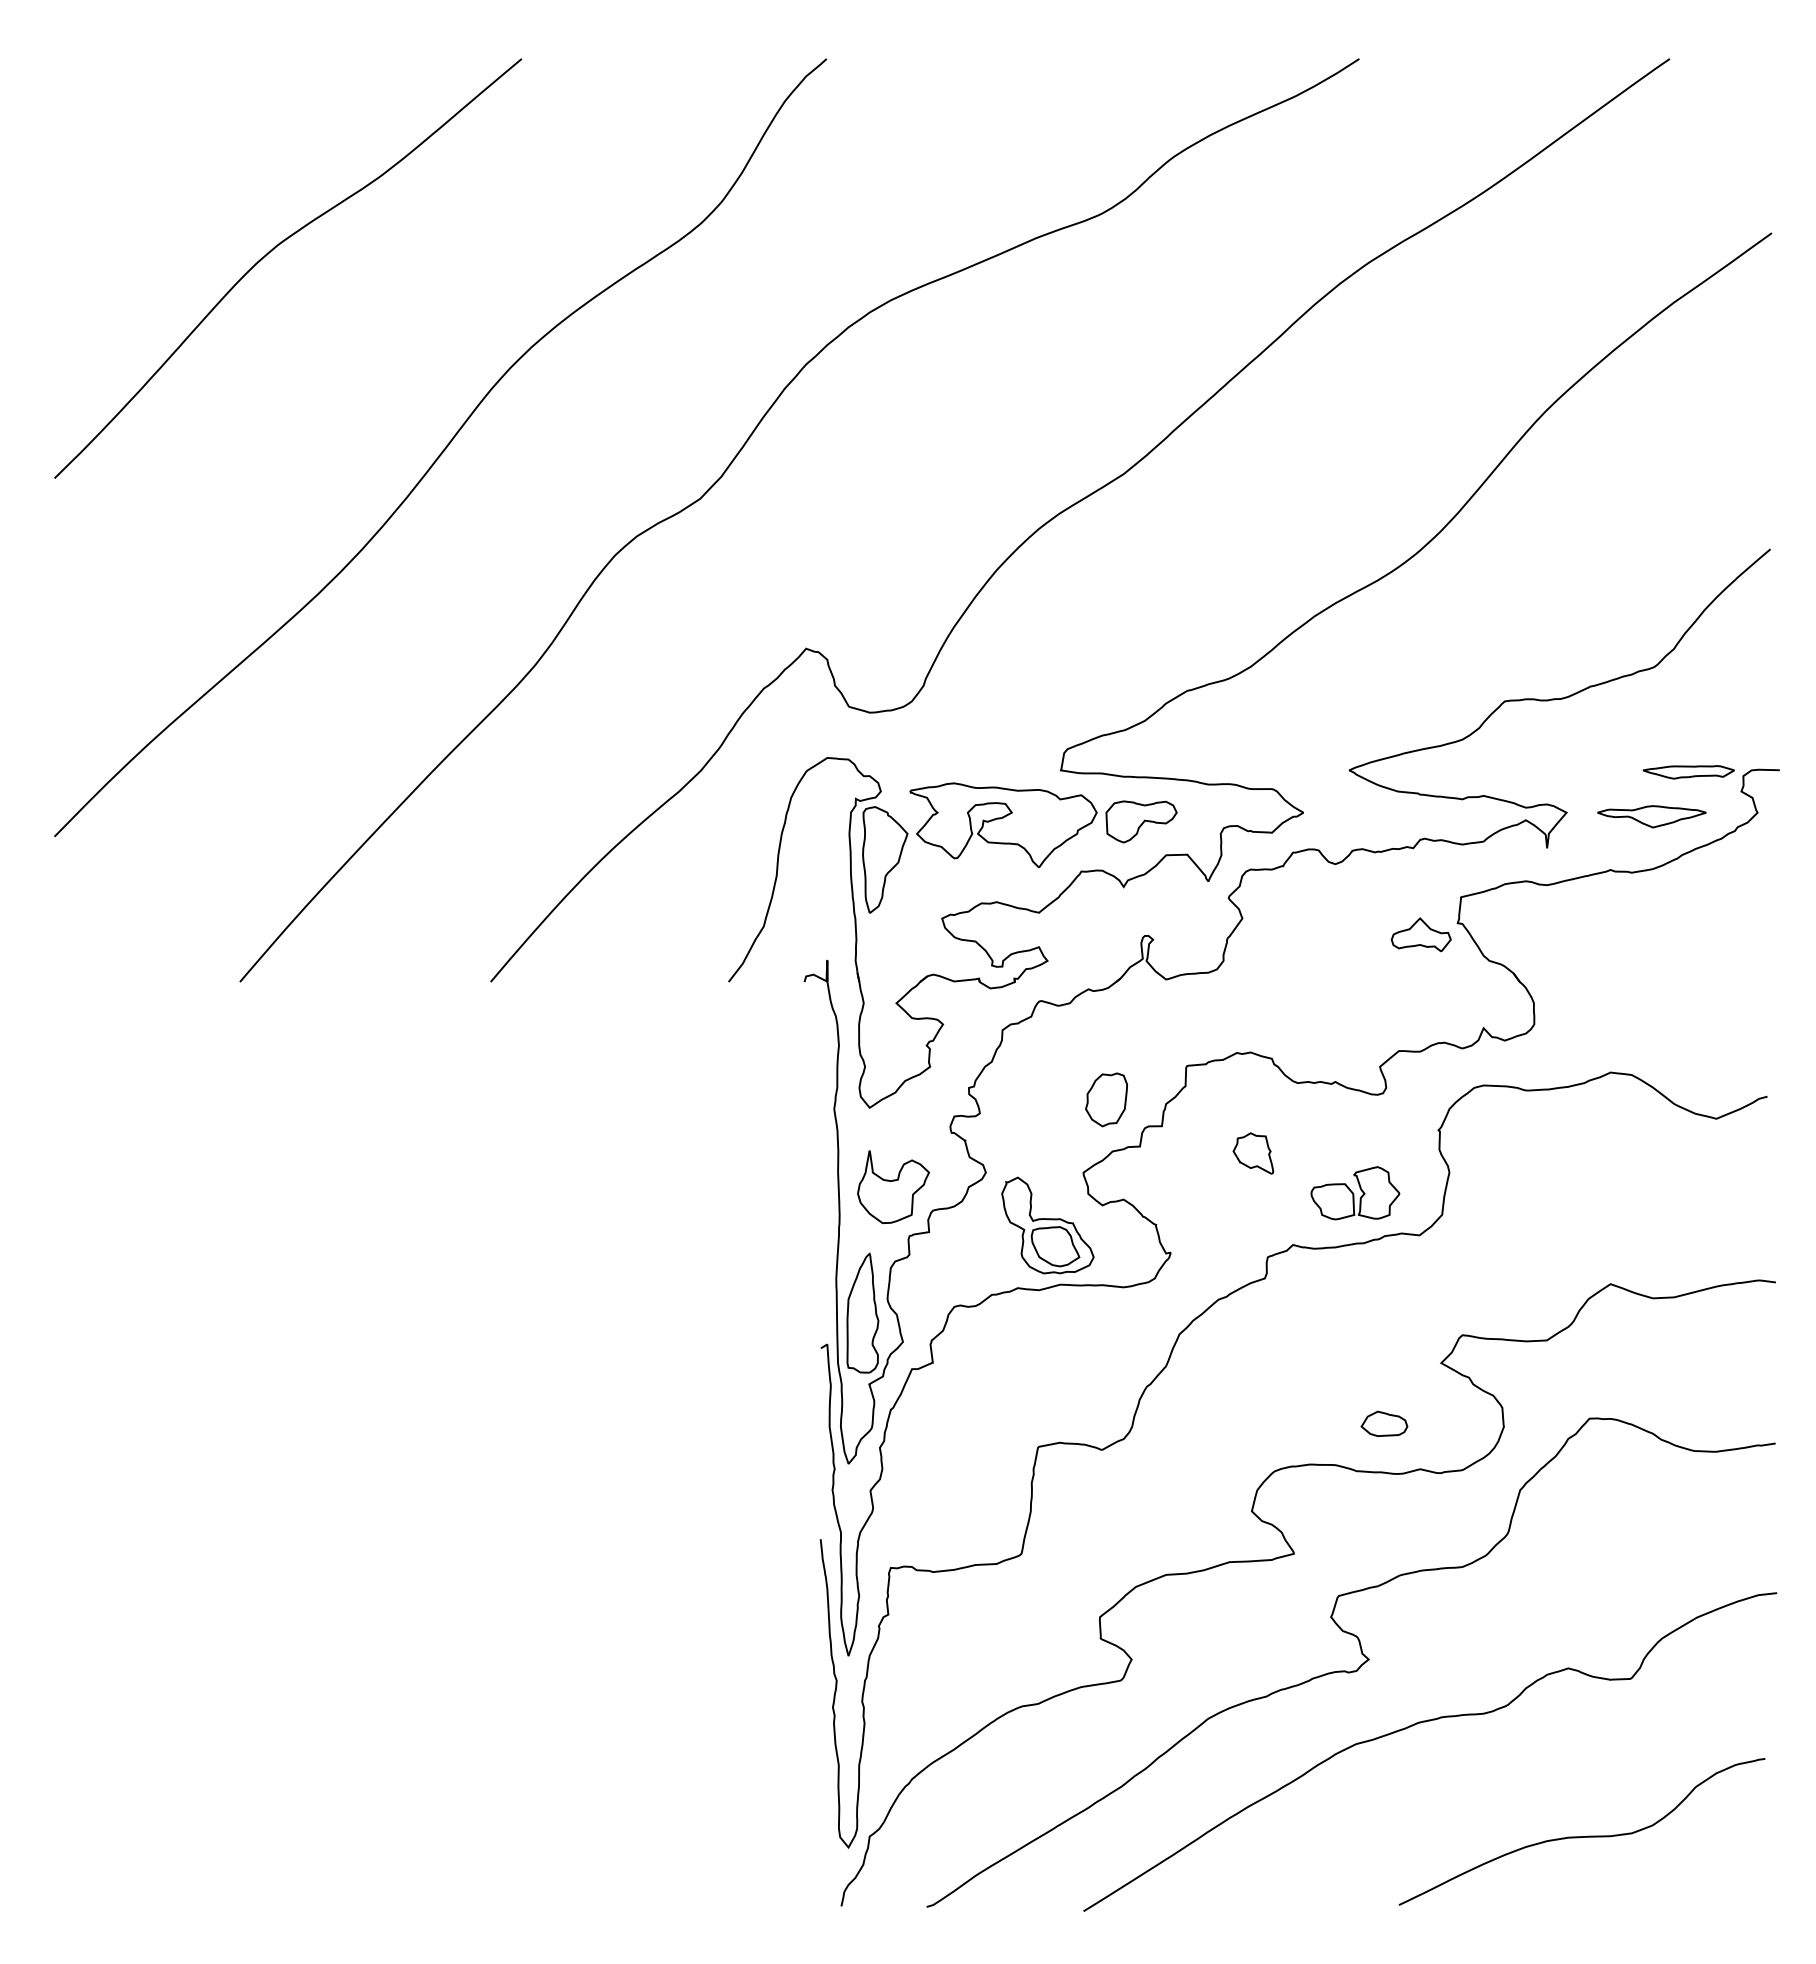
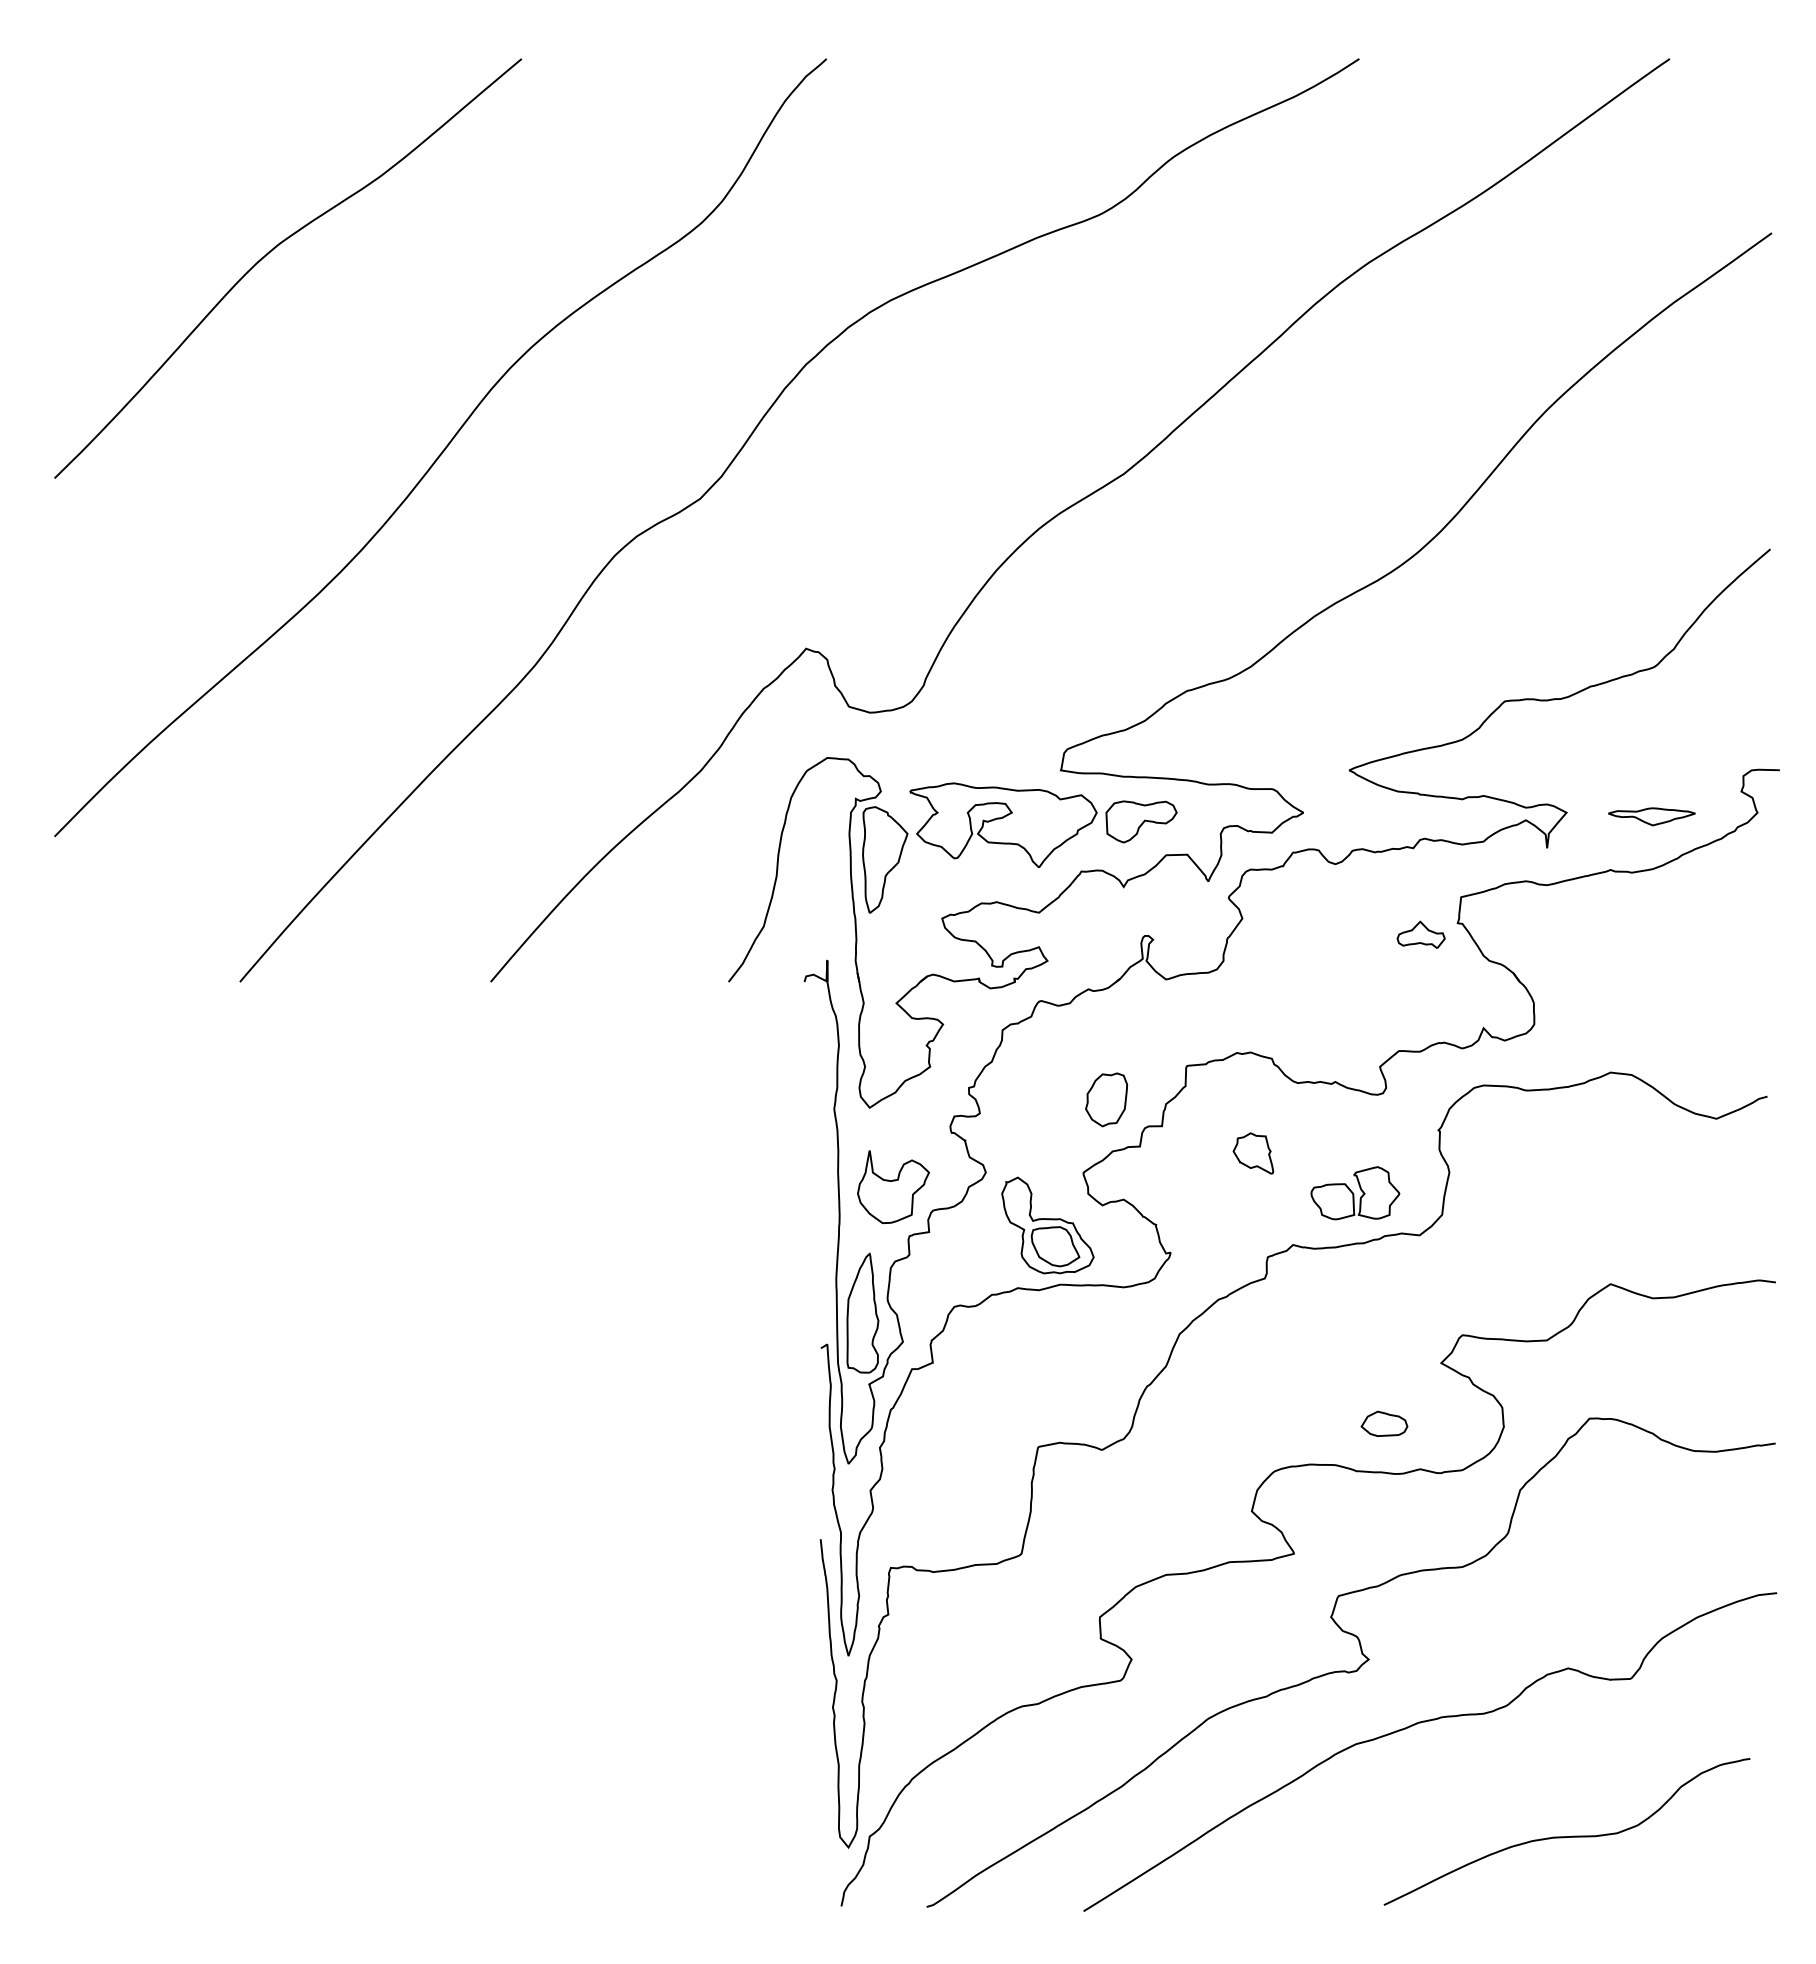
part at (1688, 772): present -> none
part at (1651, 816) size: 110x24 px -> 88x20 px
part at (1420, 934) size: 62x36 px -> 50x29 px
curve at (1581, 1836) position: (1581, 1836) -> (1566, 1836)
